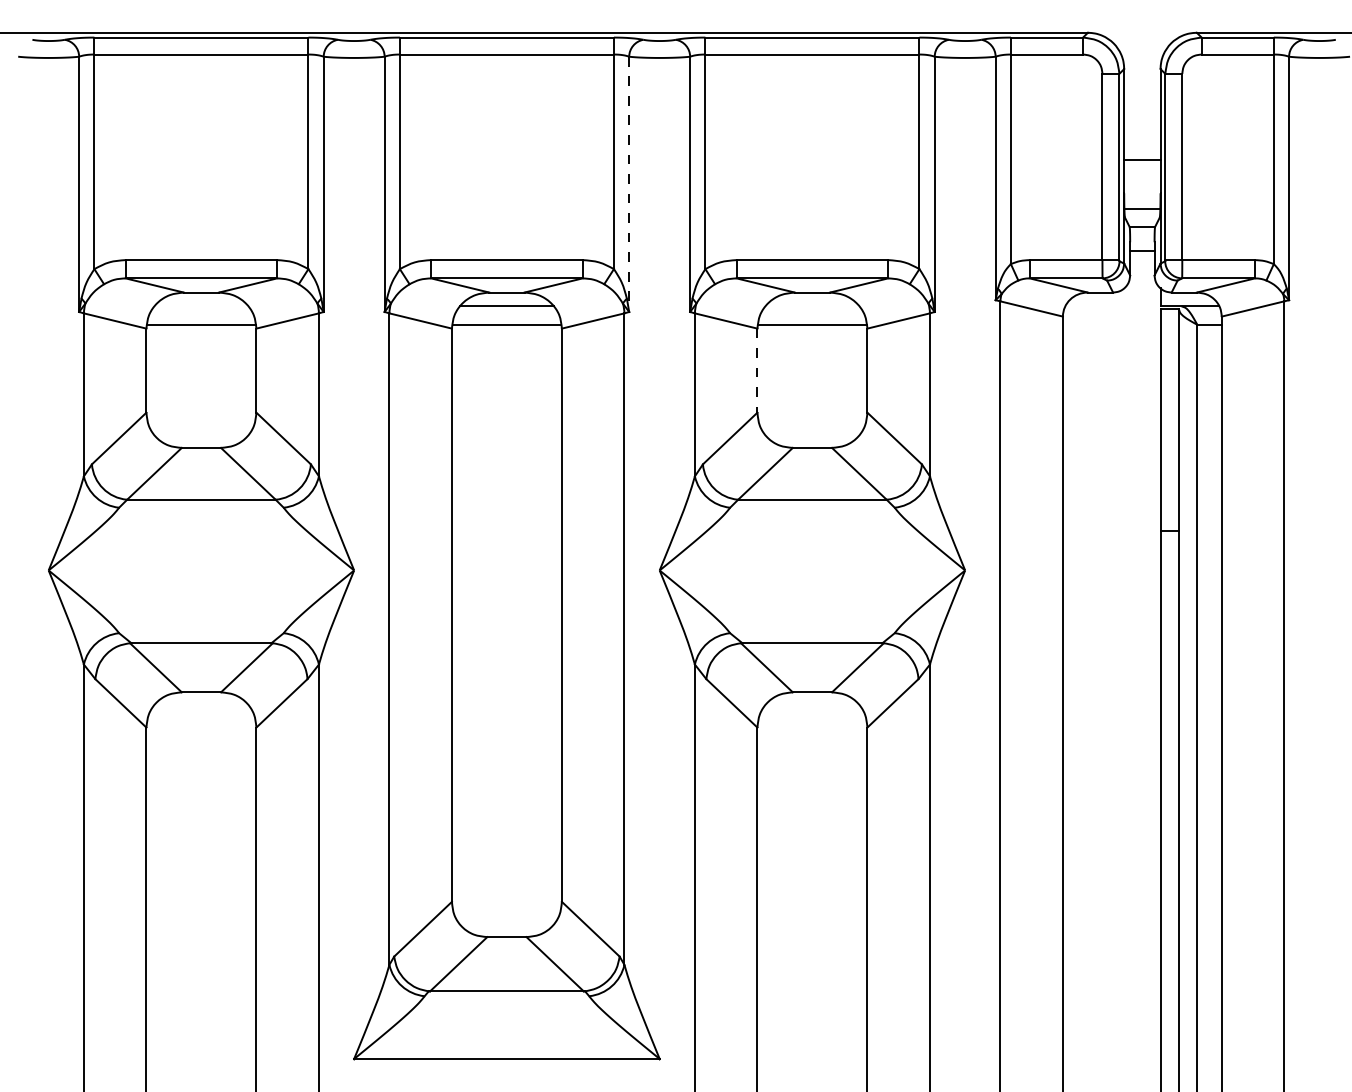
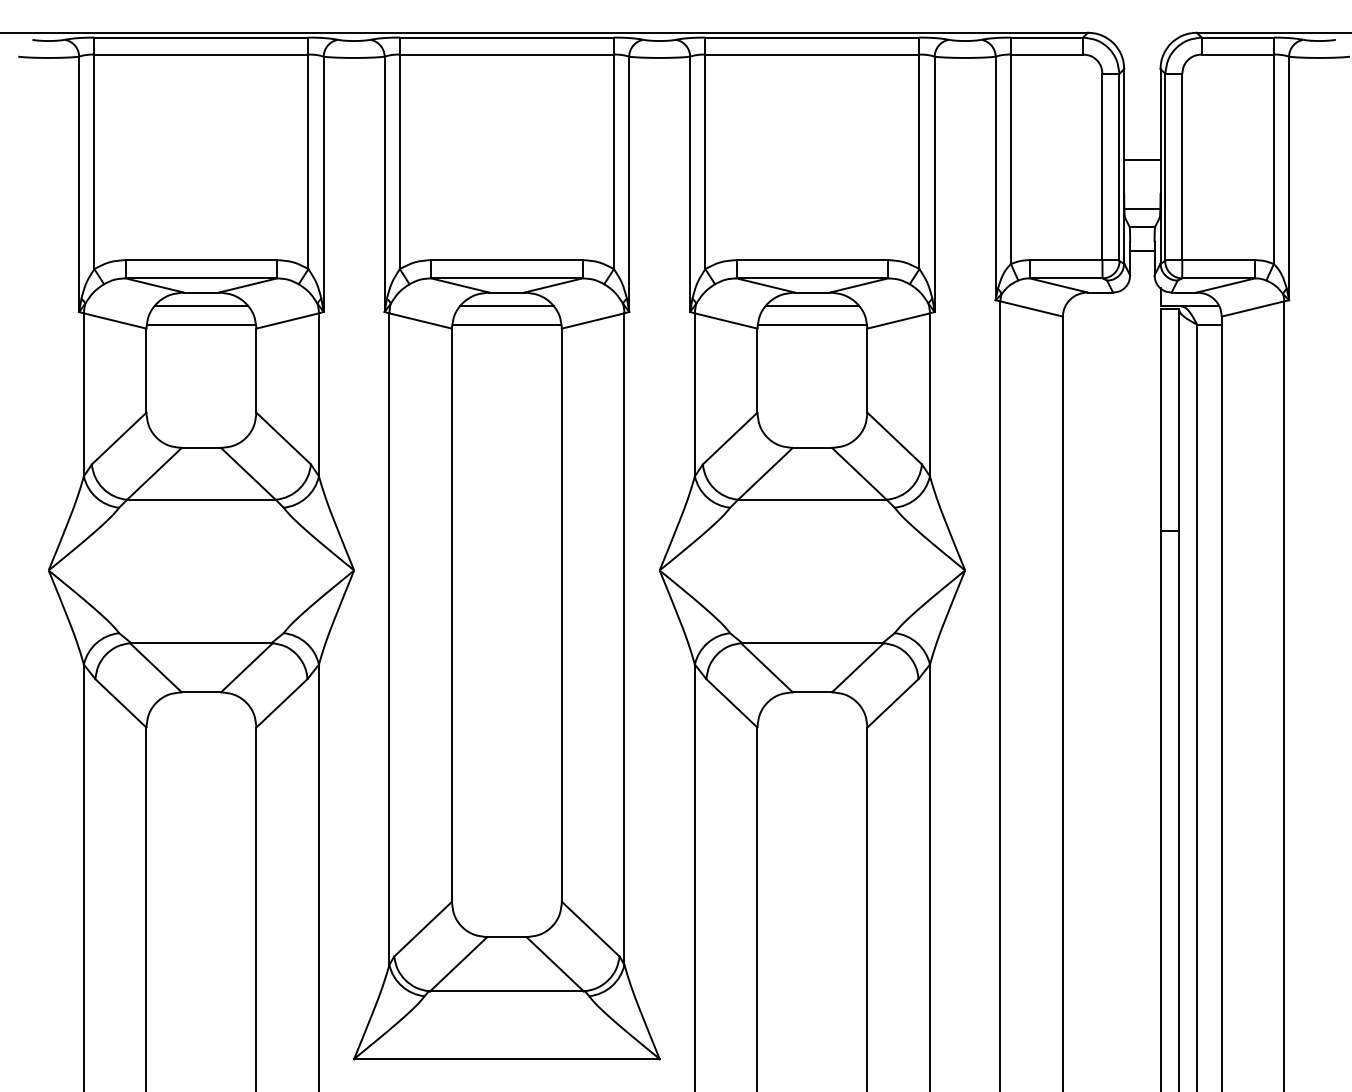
line at (629, 184): dashed -> solid
line at (201, 306): none -> present
line at (812, 306): none -> present
line at (757, 371): dashed -> solid
